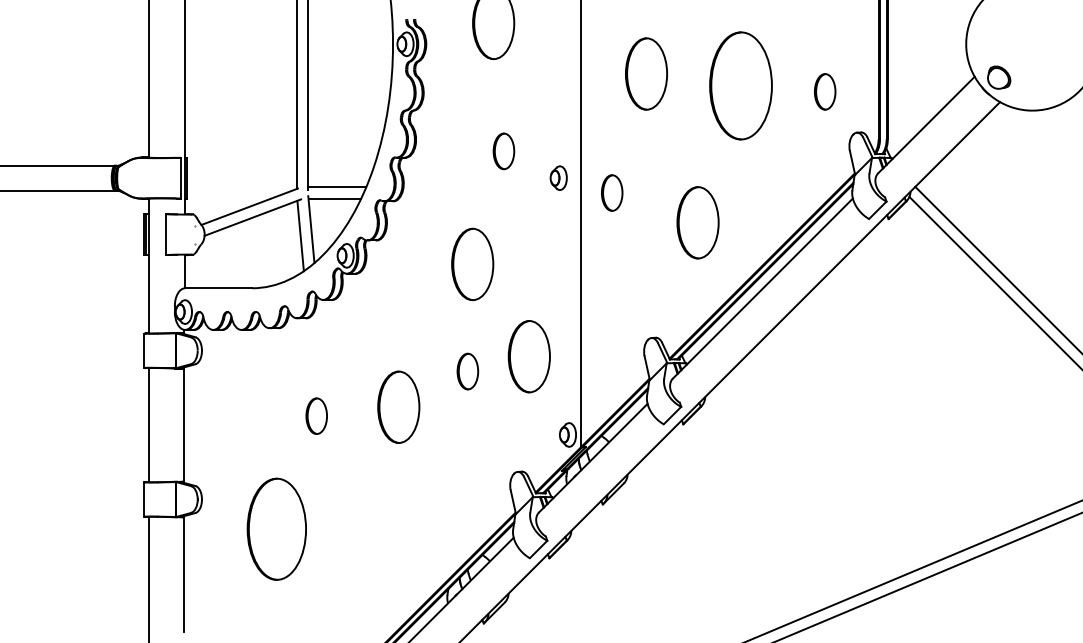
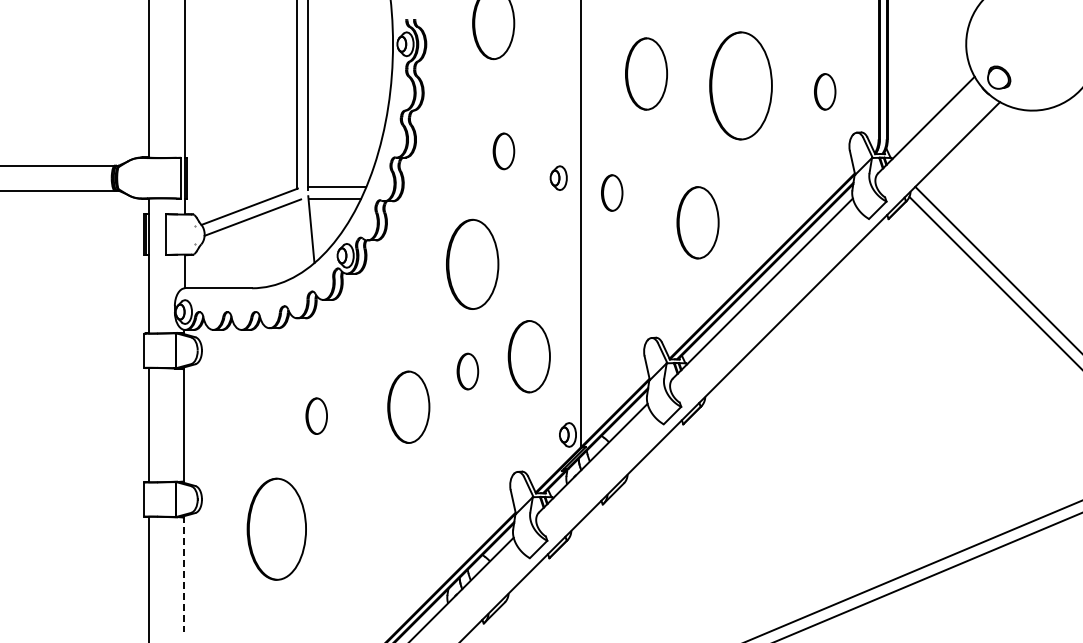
line at (300, 235): present -> none
part at (472, 264) size: 44x75 px -> 54x92 px
part at (398, 406) position: (398, 406) -> (408, 406)
line at (184, 574): solid -> dashed
